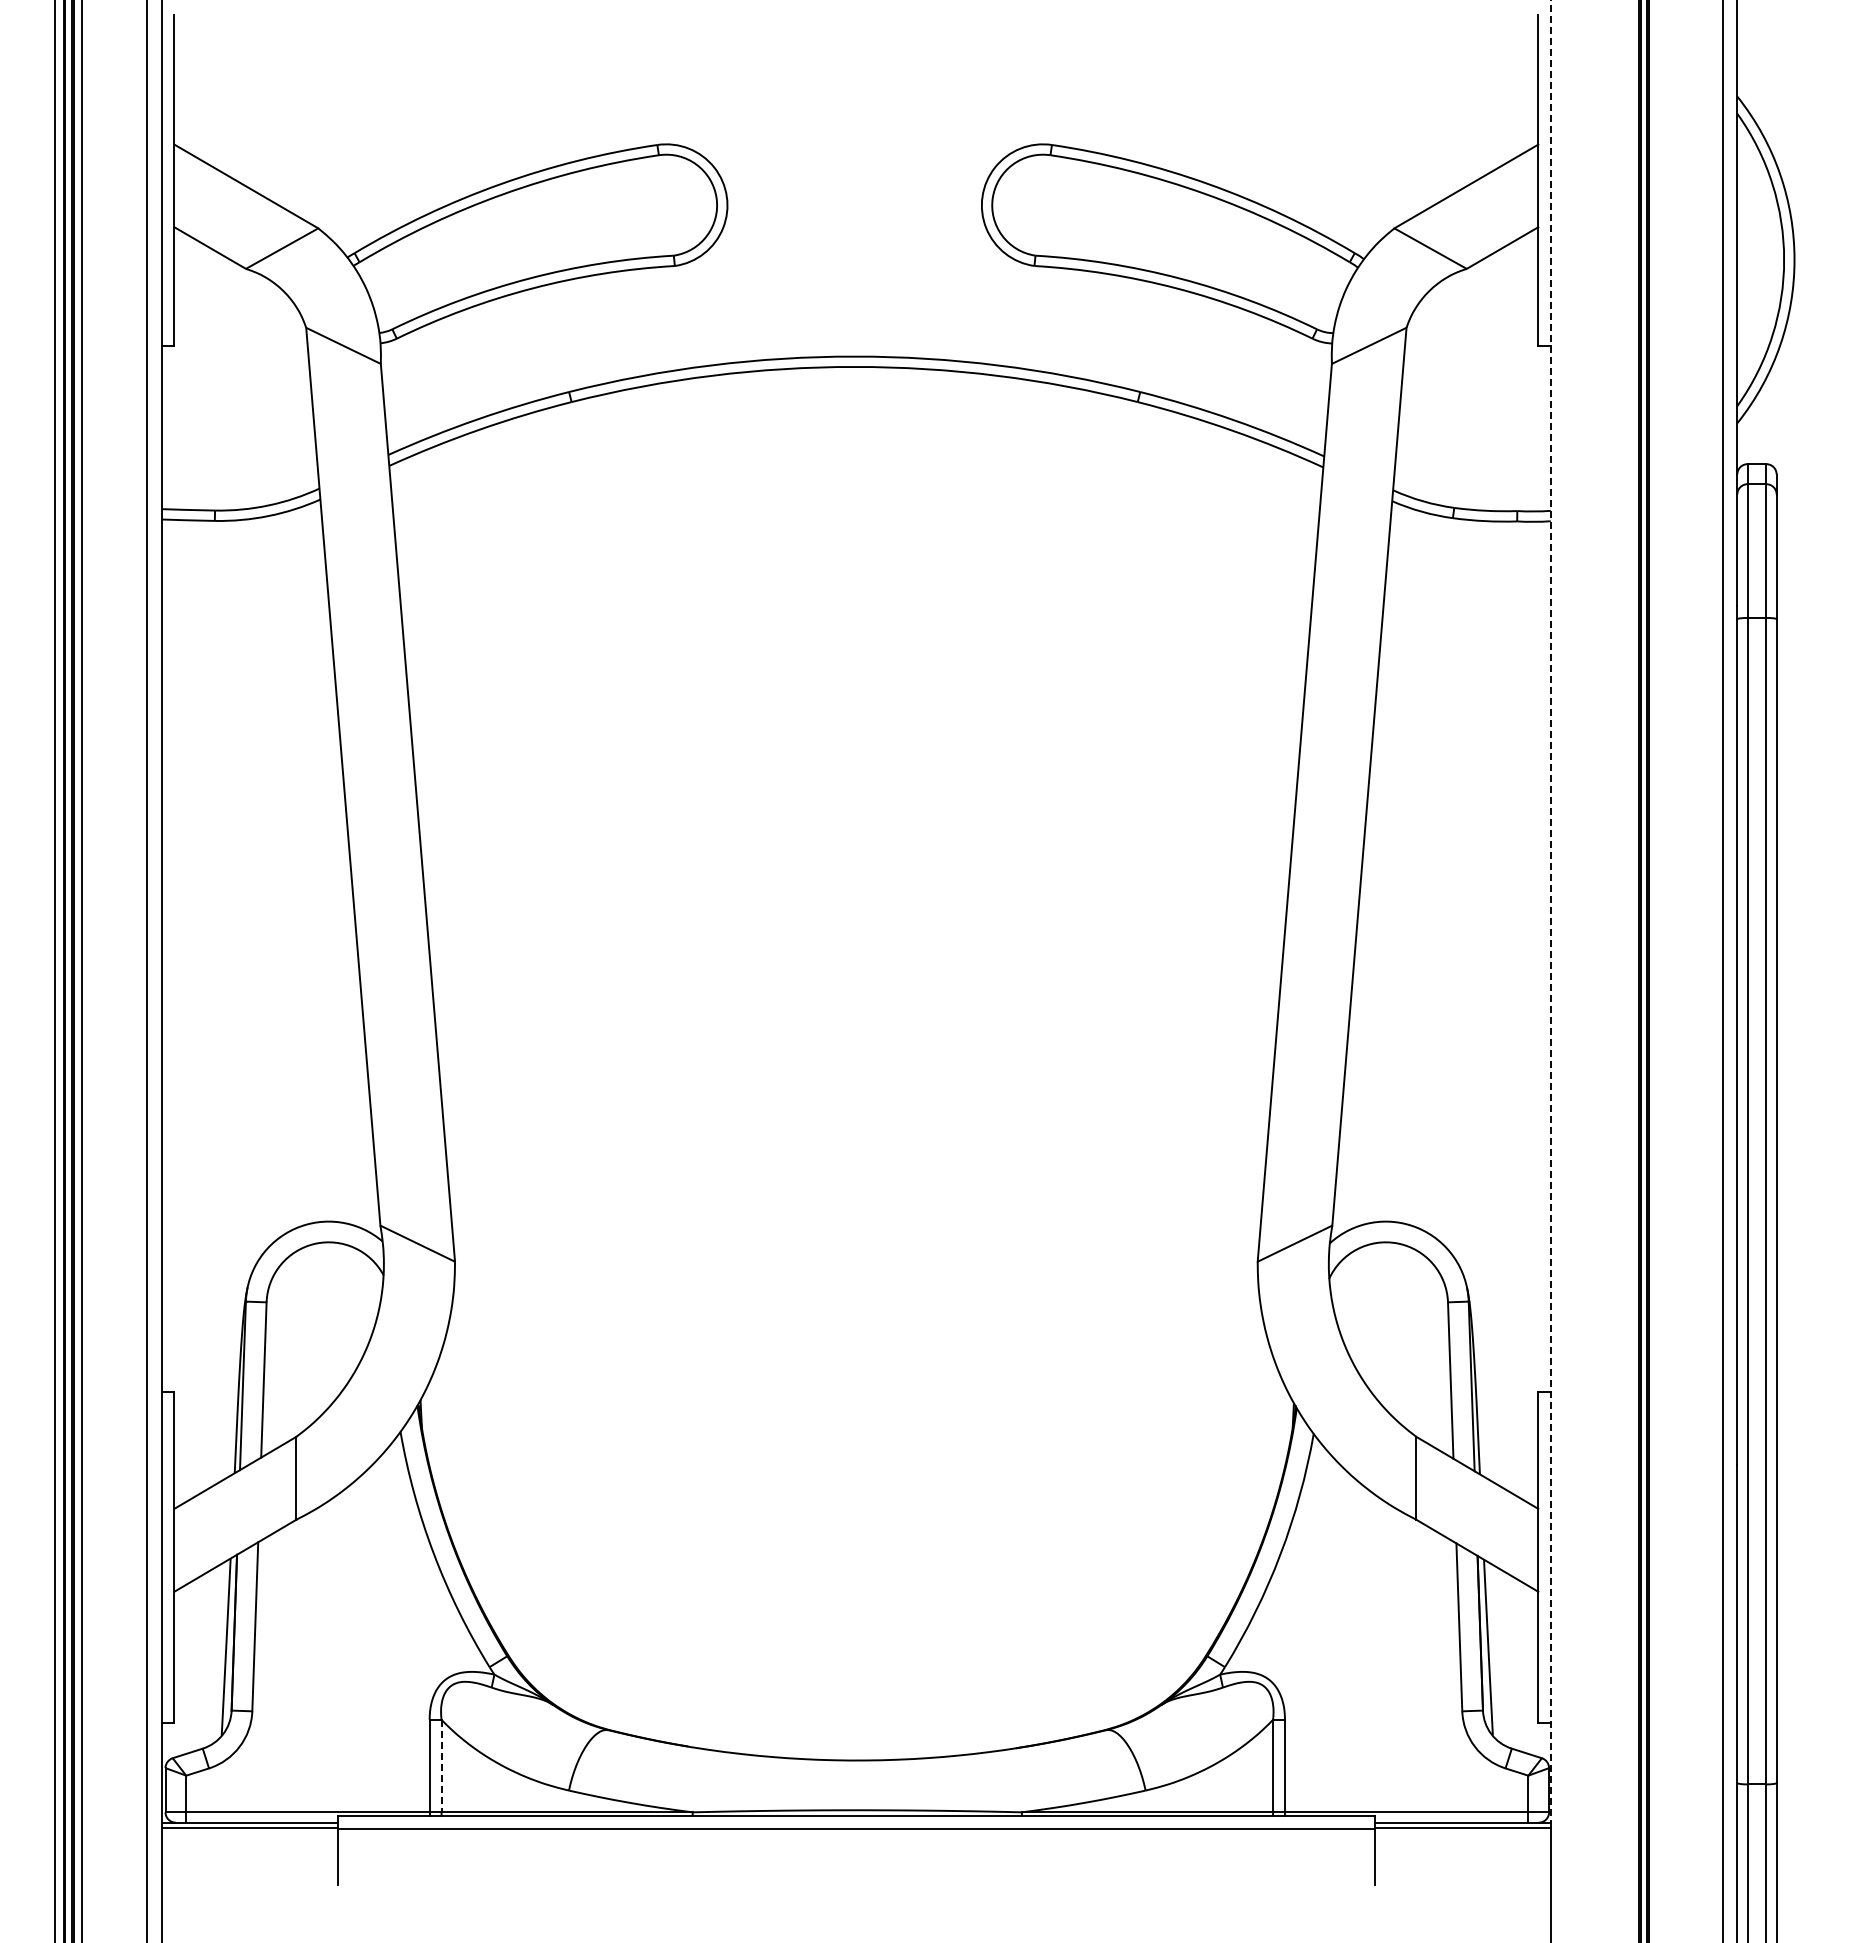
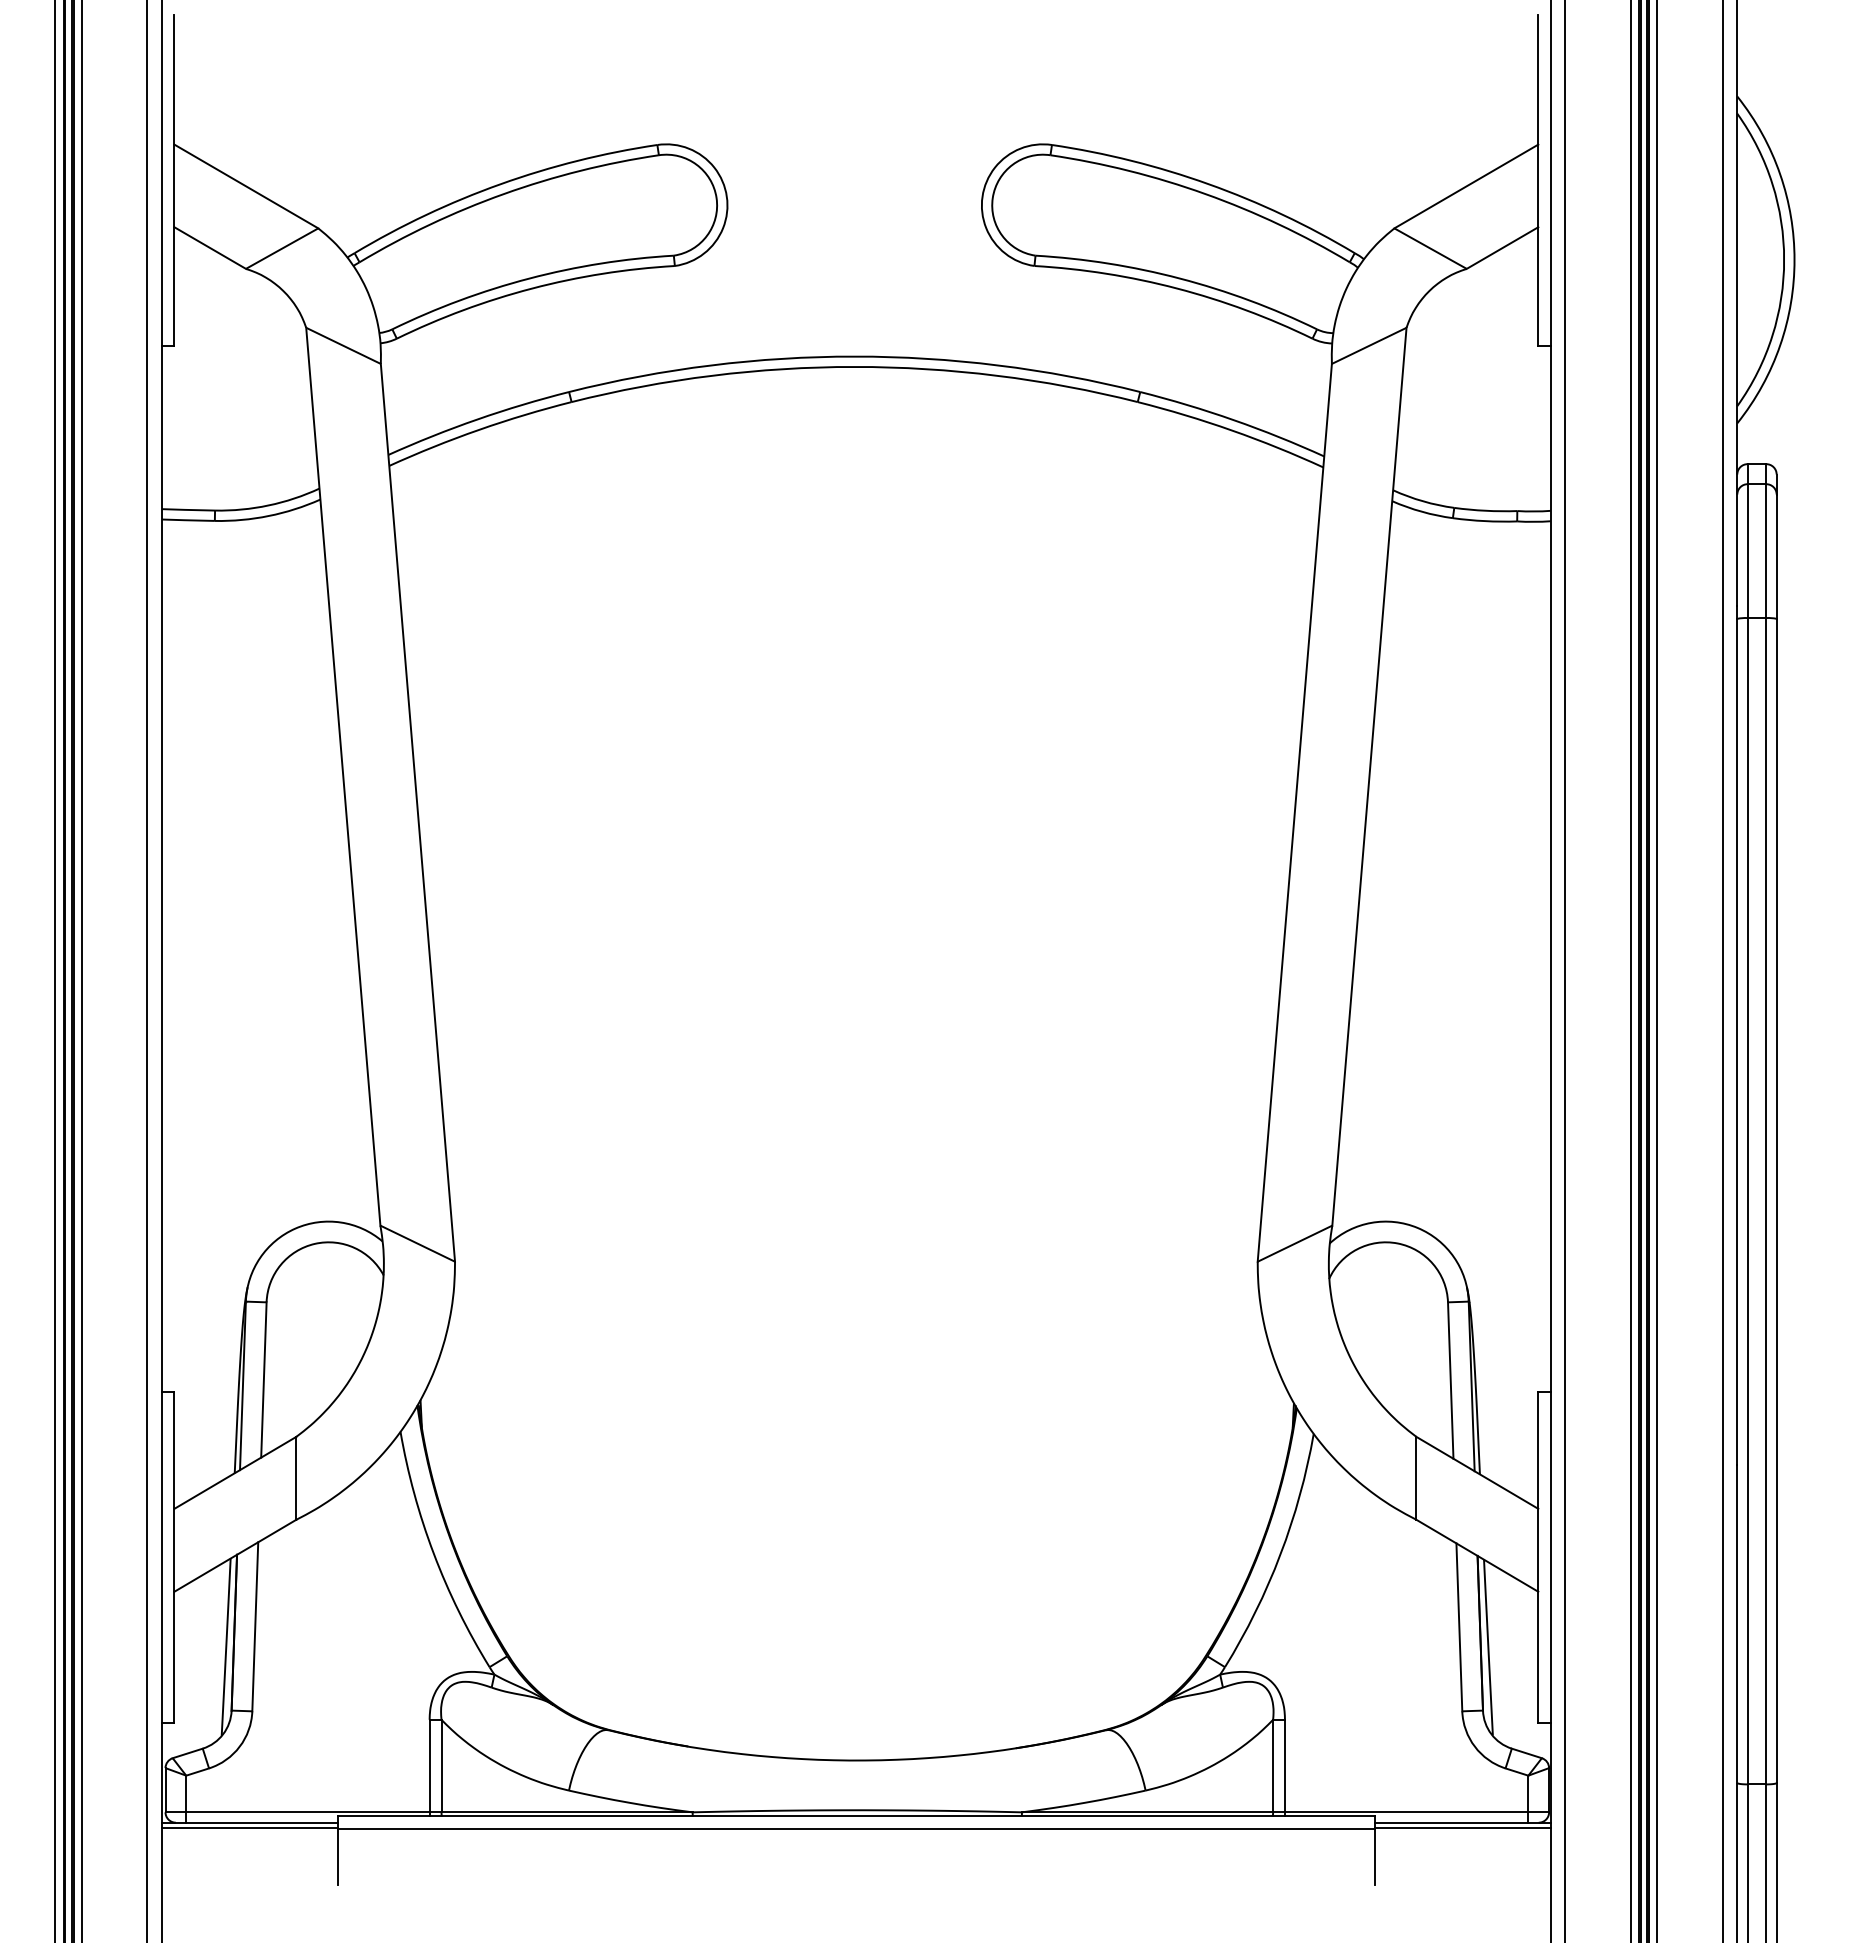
line at (1550, 911): dashed -> solid
line at (1565, 970): none -> present
line at (1630, 970): none -> present
line at (1657, 970): none -> present
line at (441, 1766): dashed -> solid
